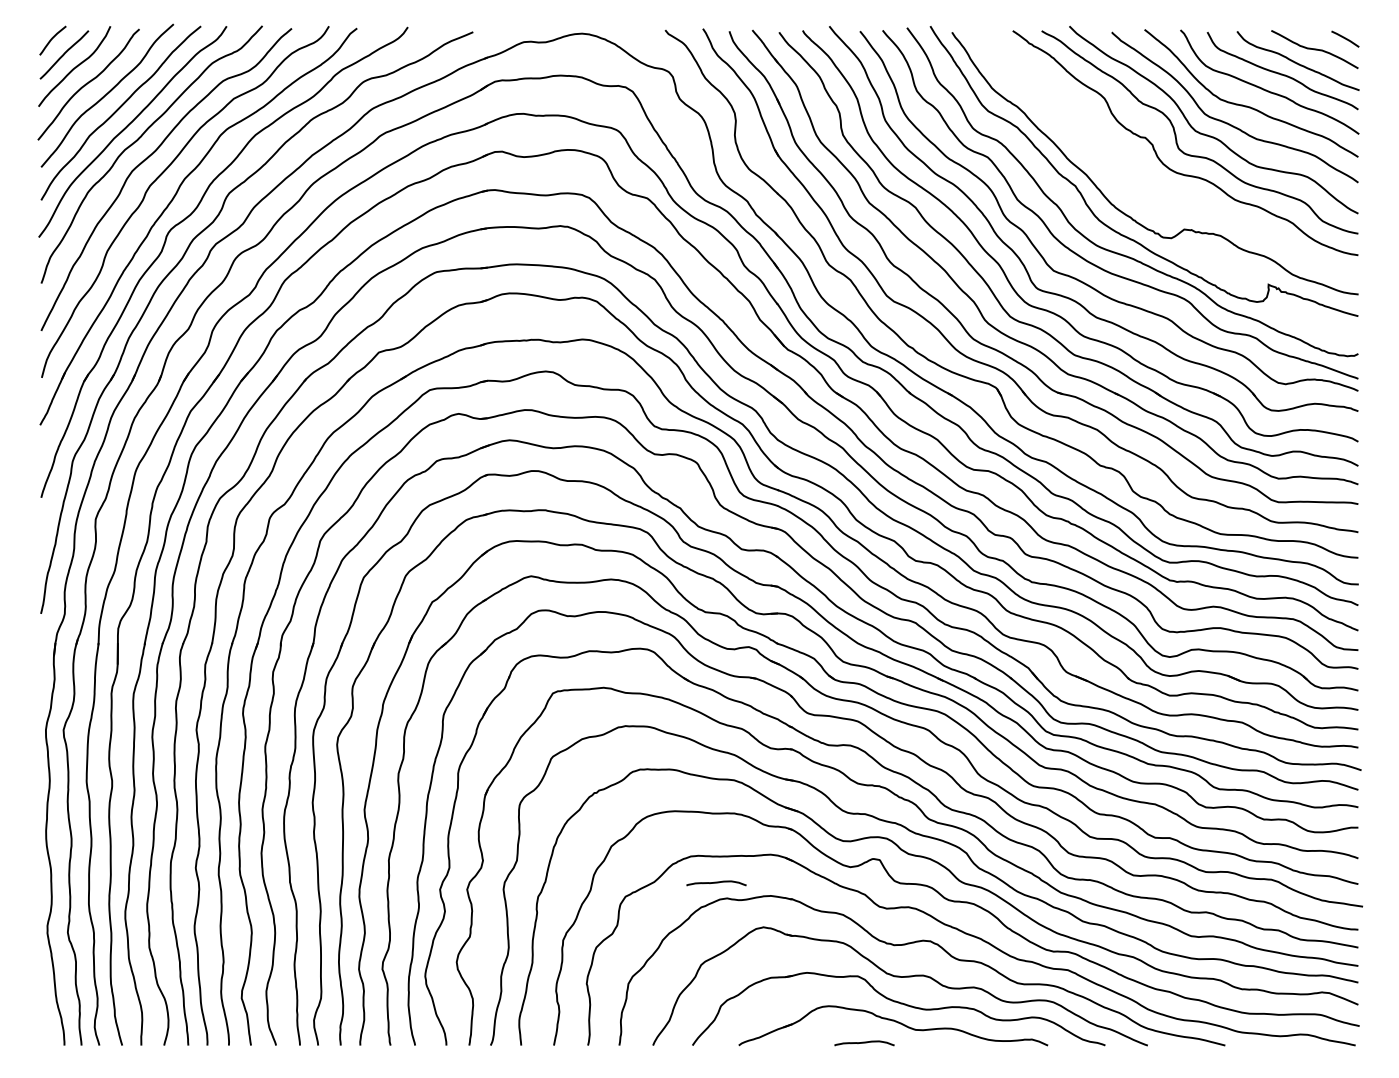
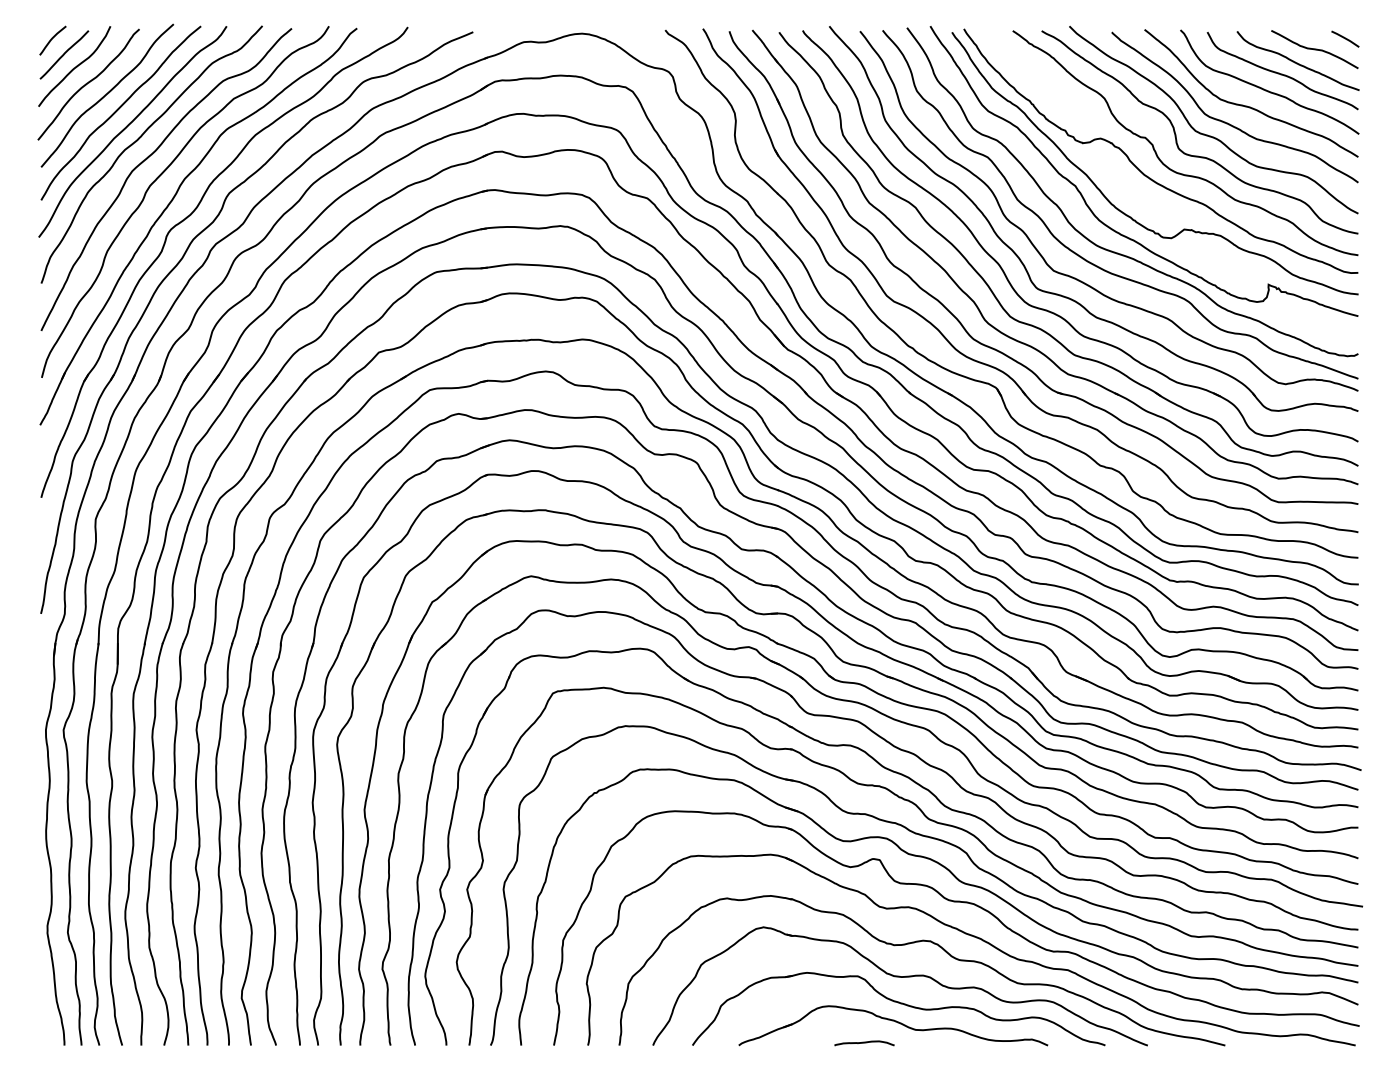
curve at (1140, 169): none -> present
curve at (716, 883): present -> none
